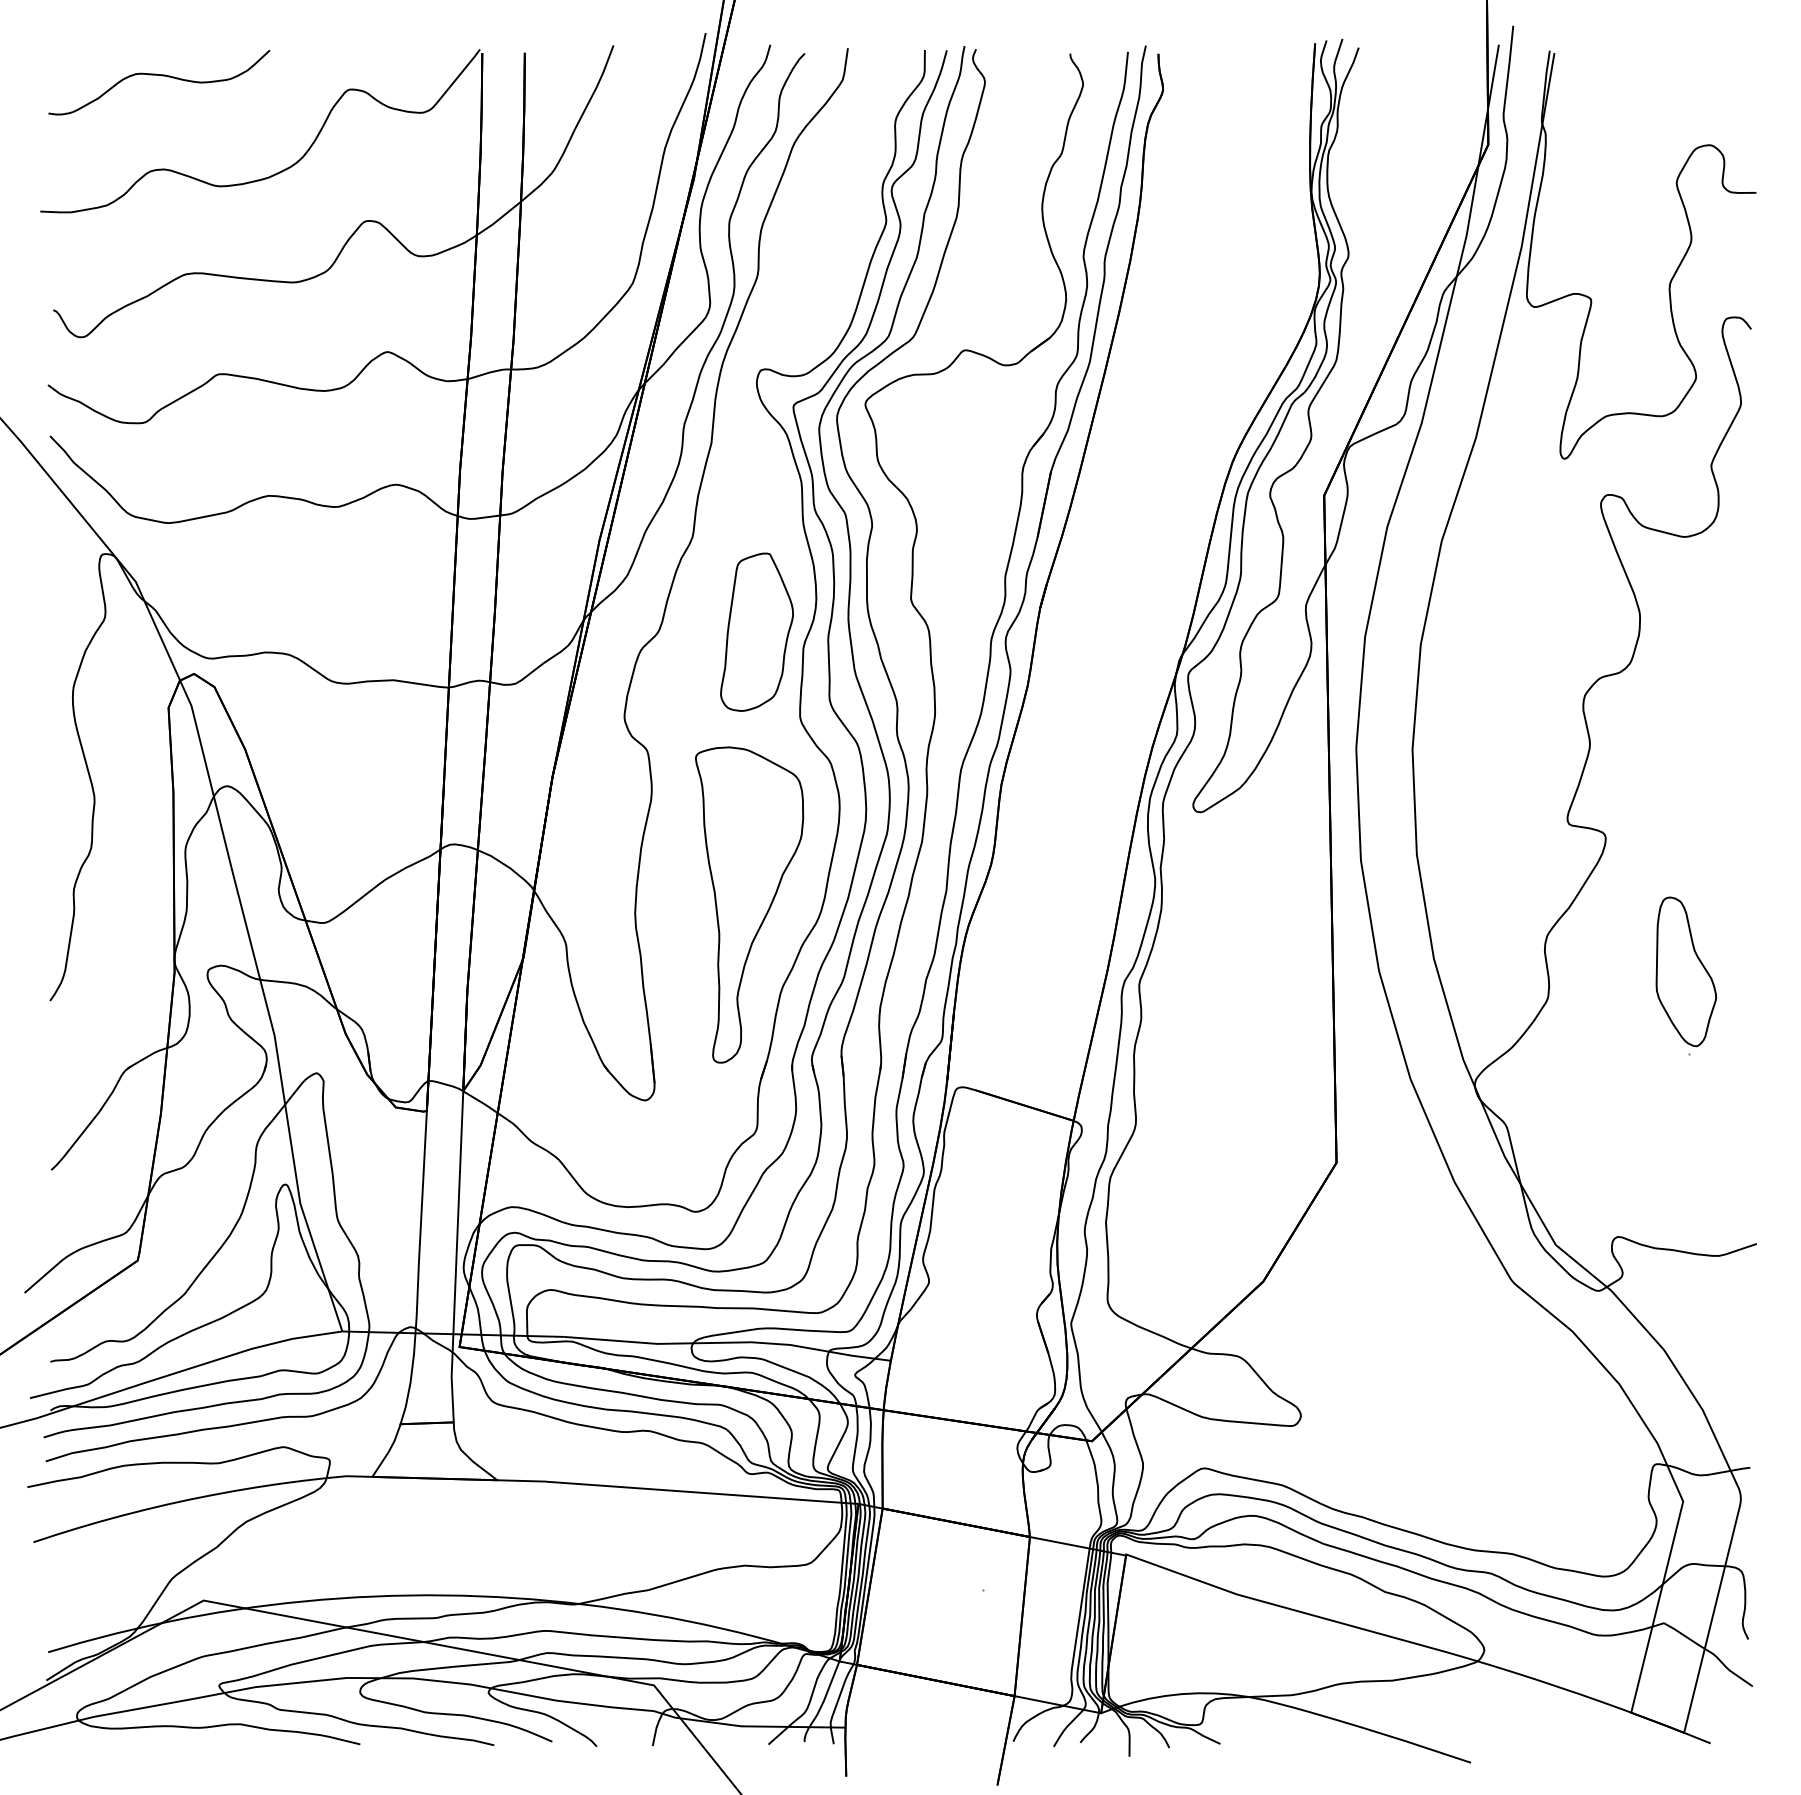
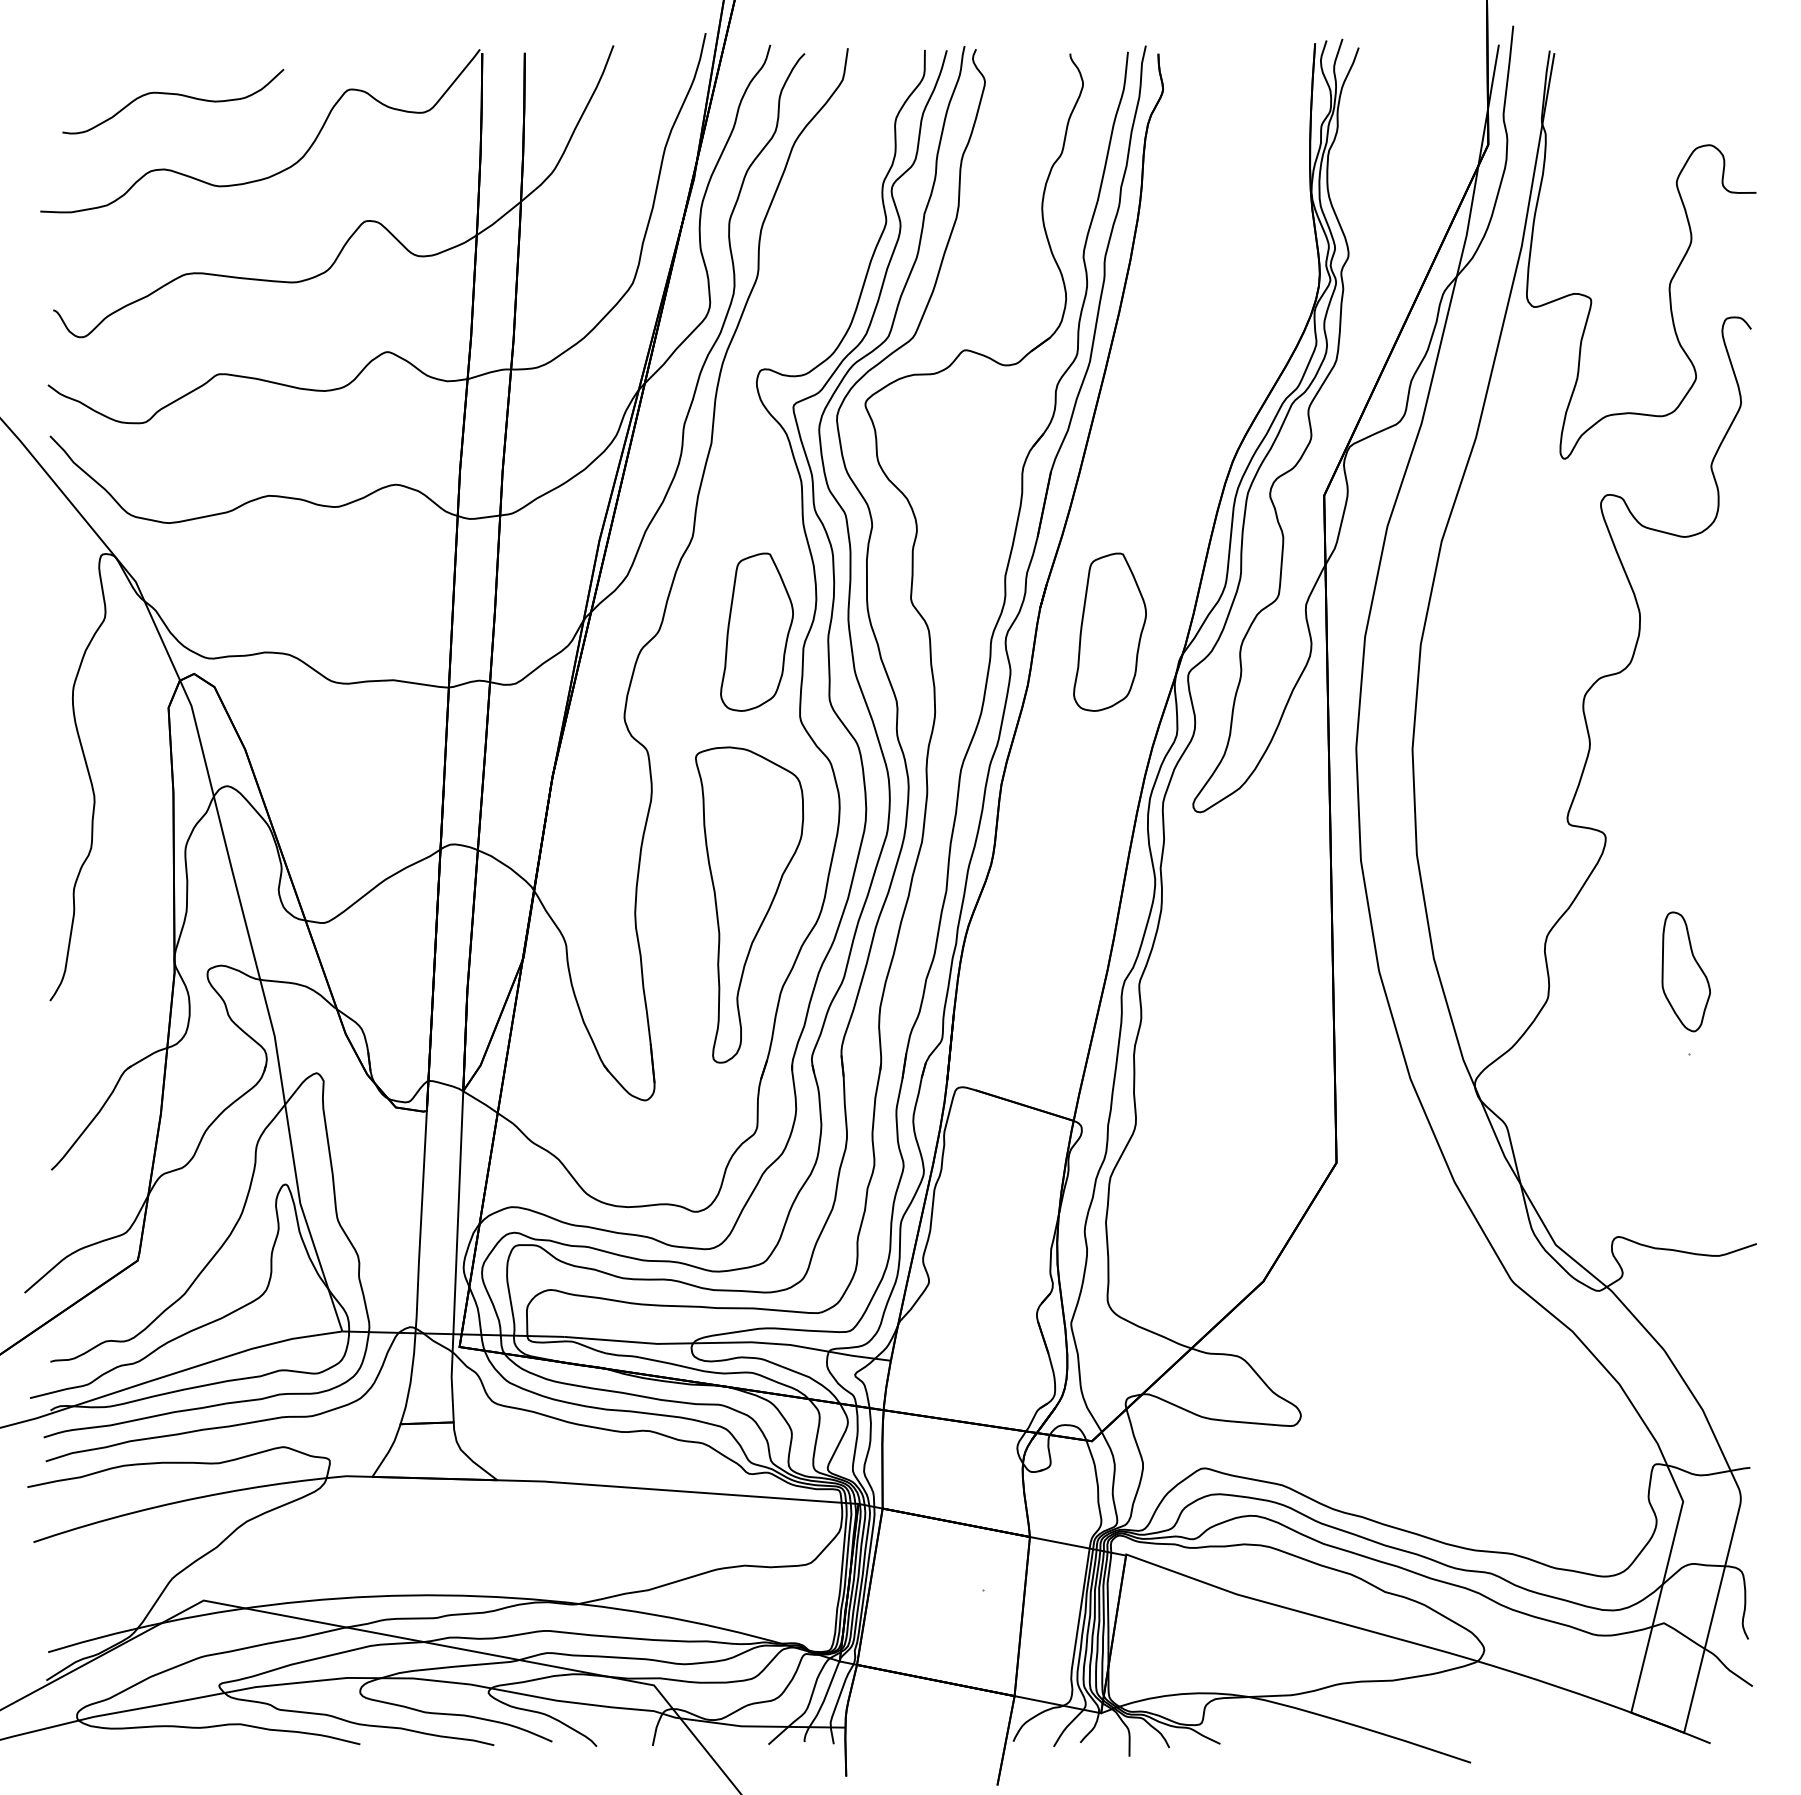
curve at (161, 76) position: (161, 76) -> (175, 95)
part at (1109, 631): none -> present
part at (1685, 971) size: 62x152 px -> 50x122 px
